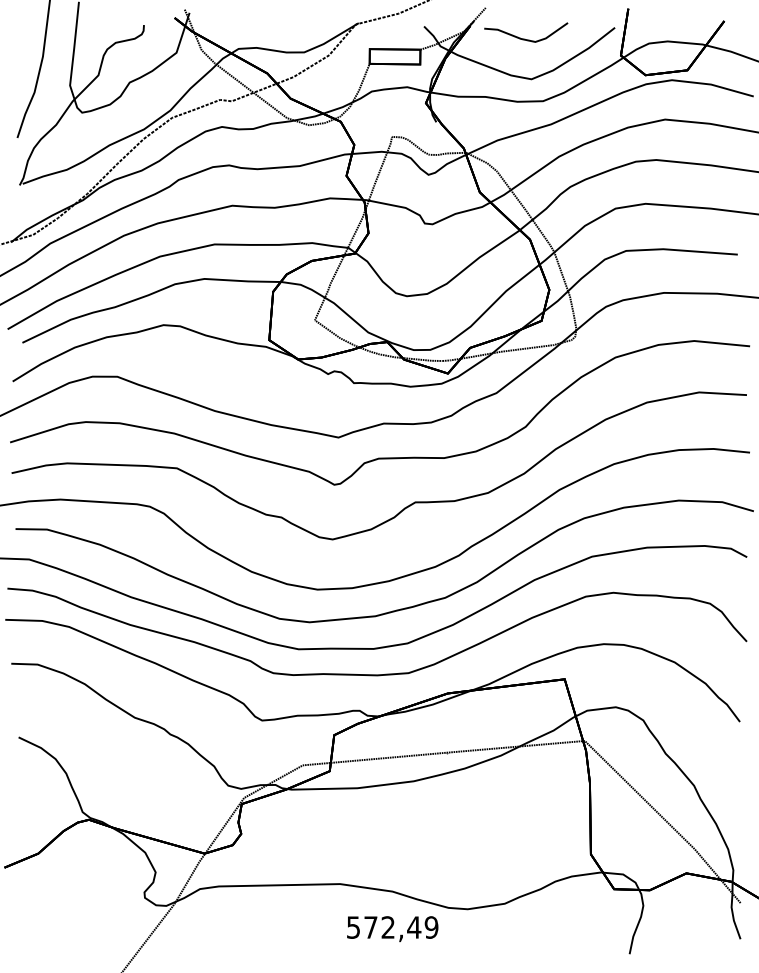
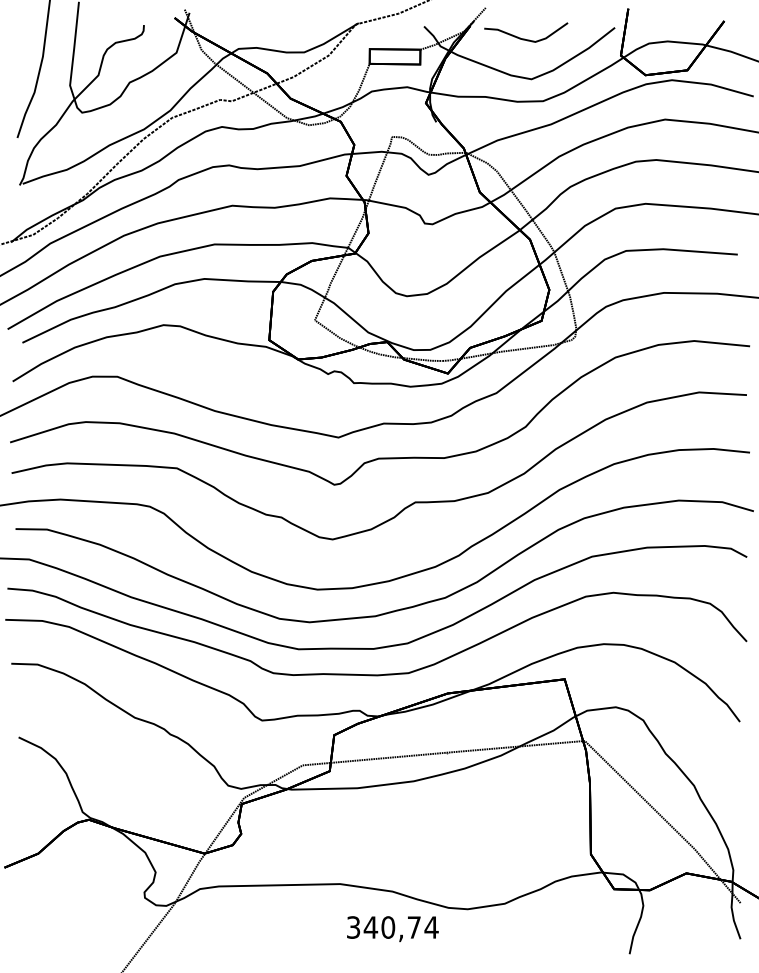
text at (392, 927): 572,49 -> 340,74
